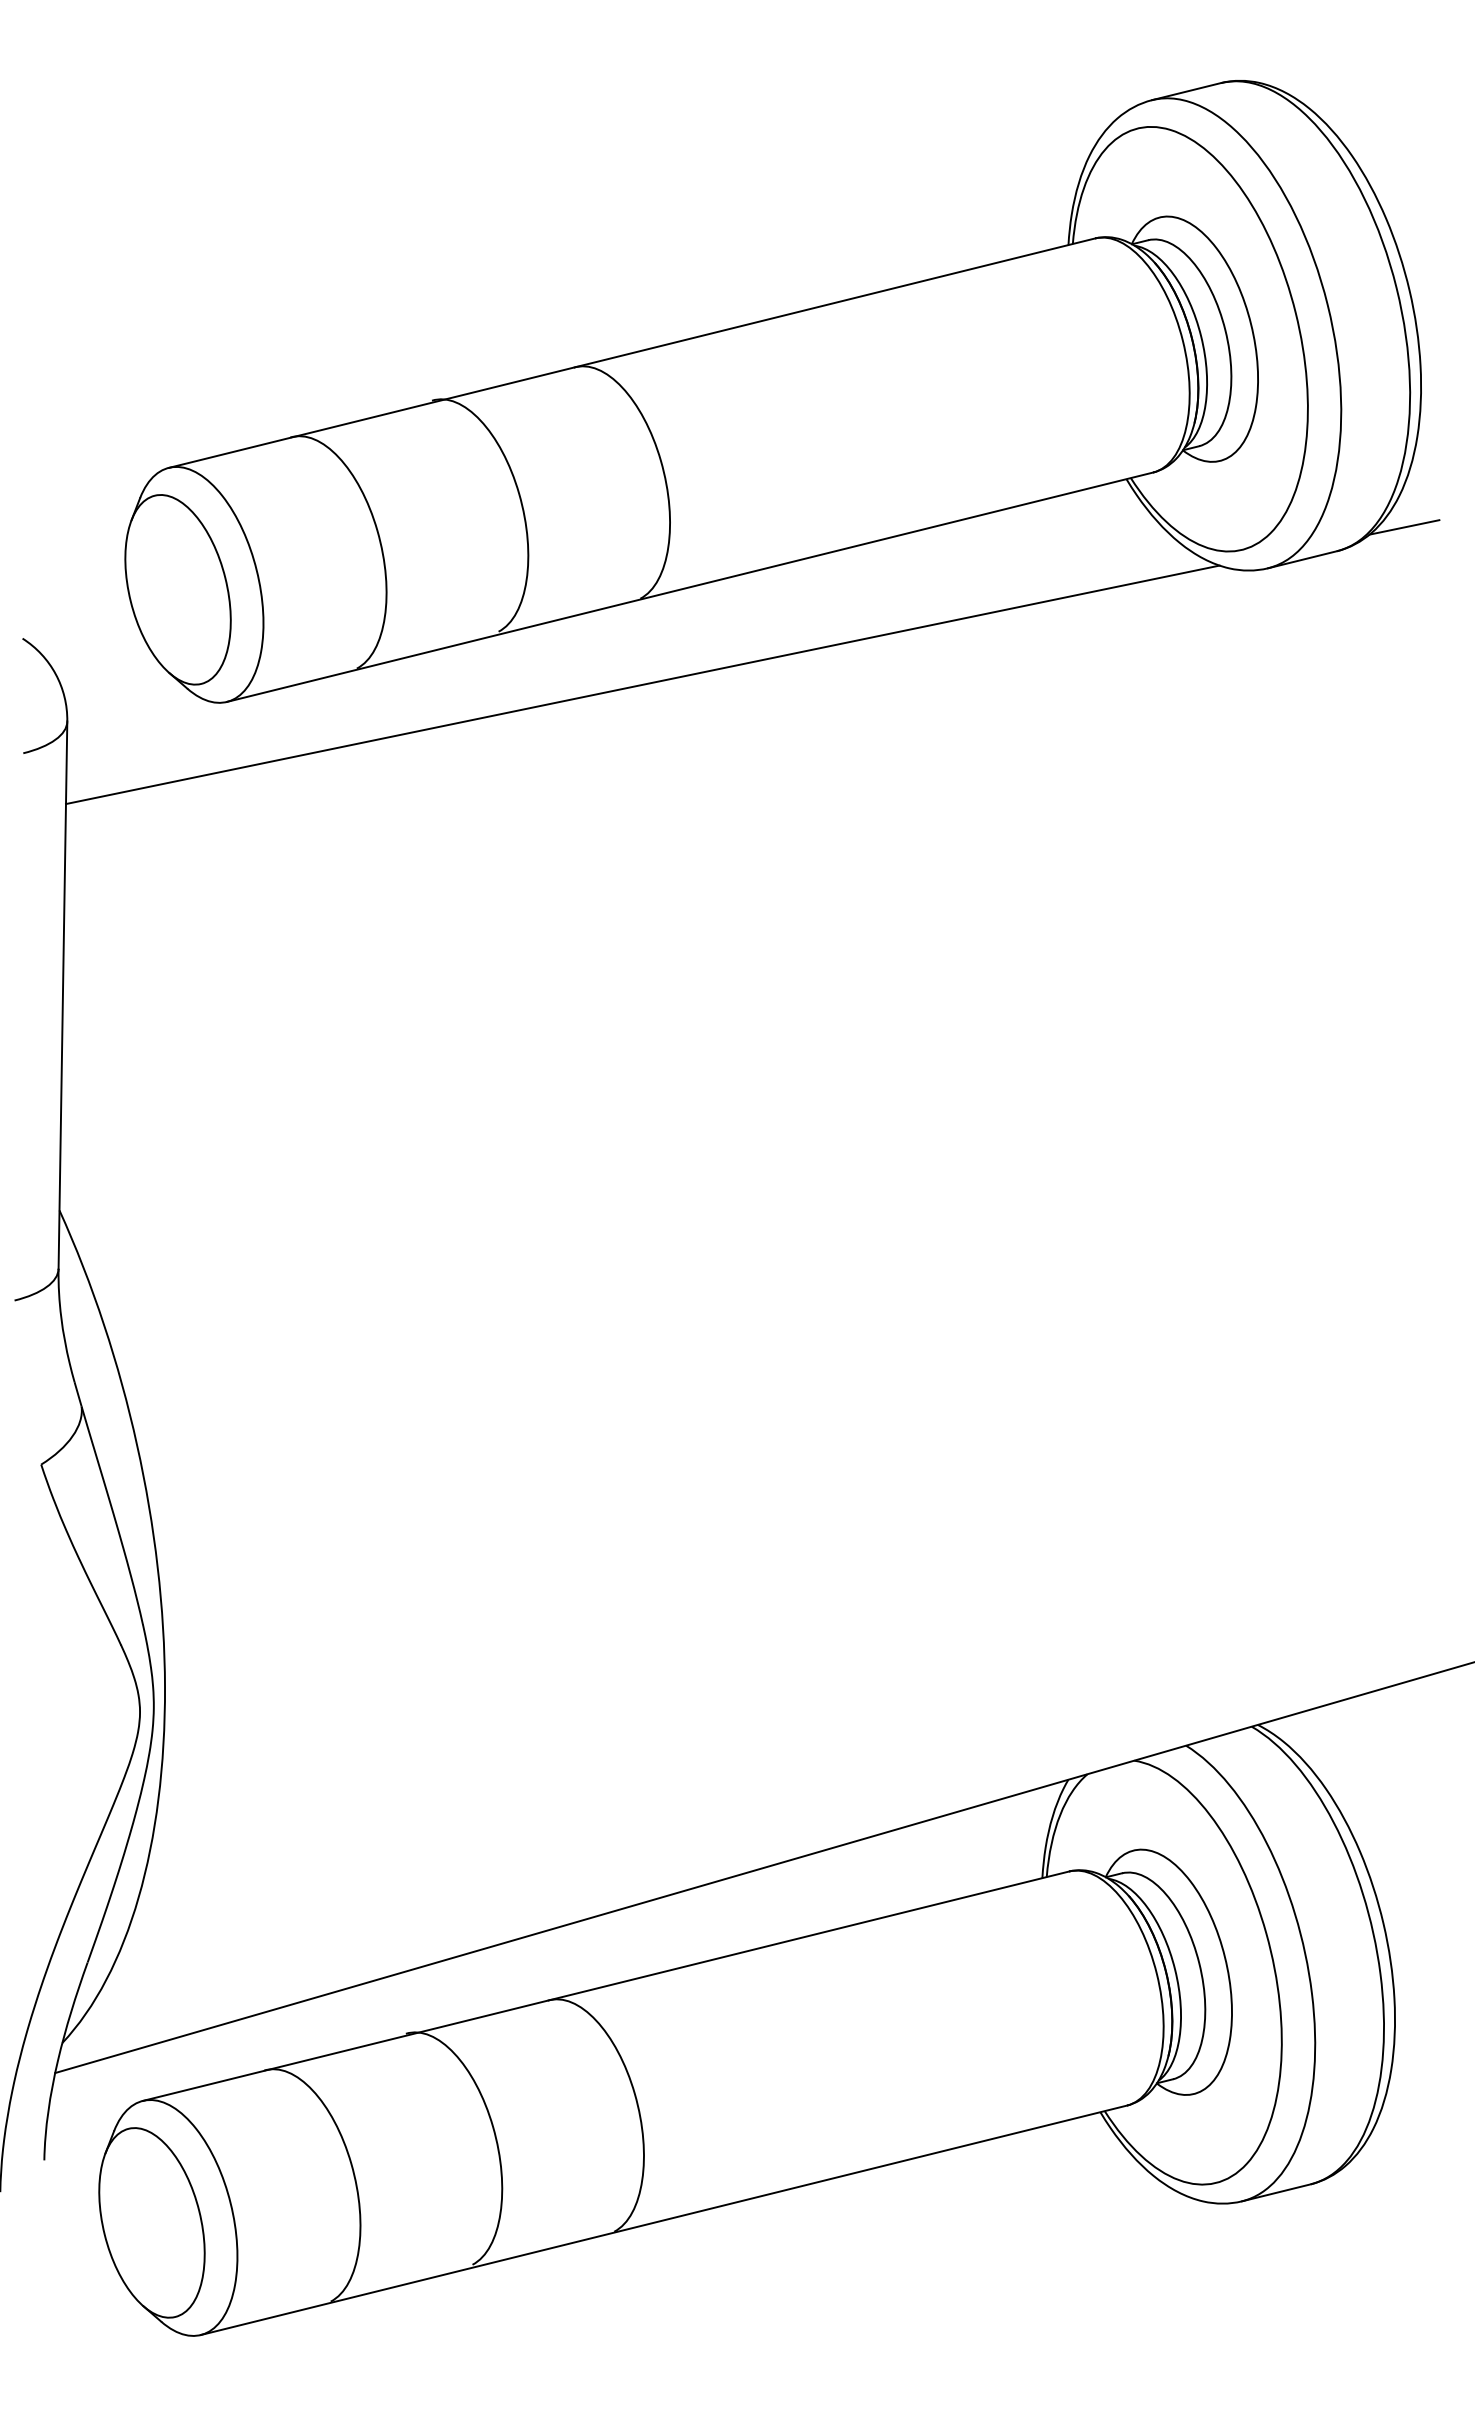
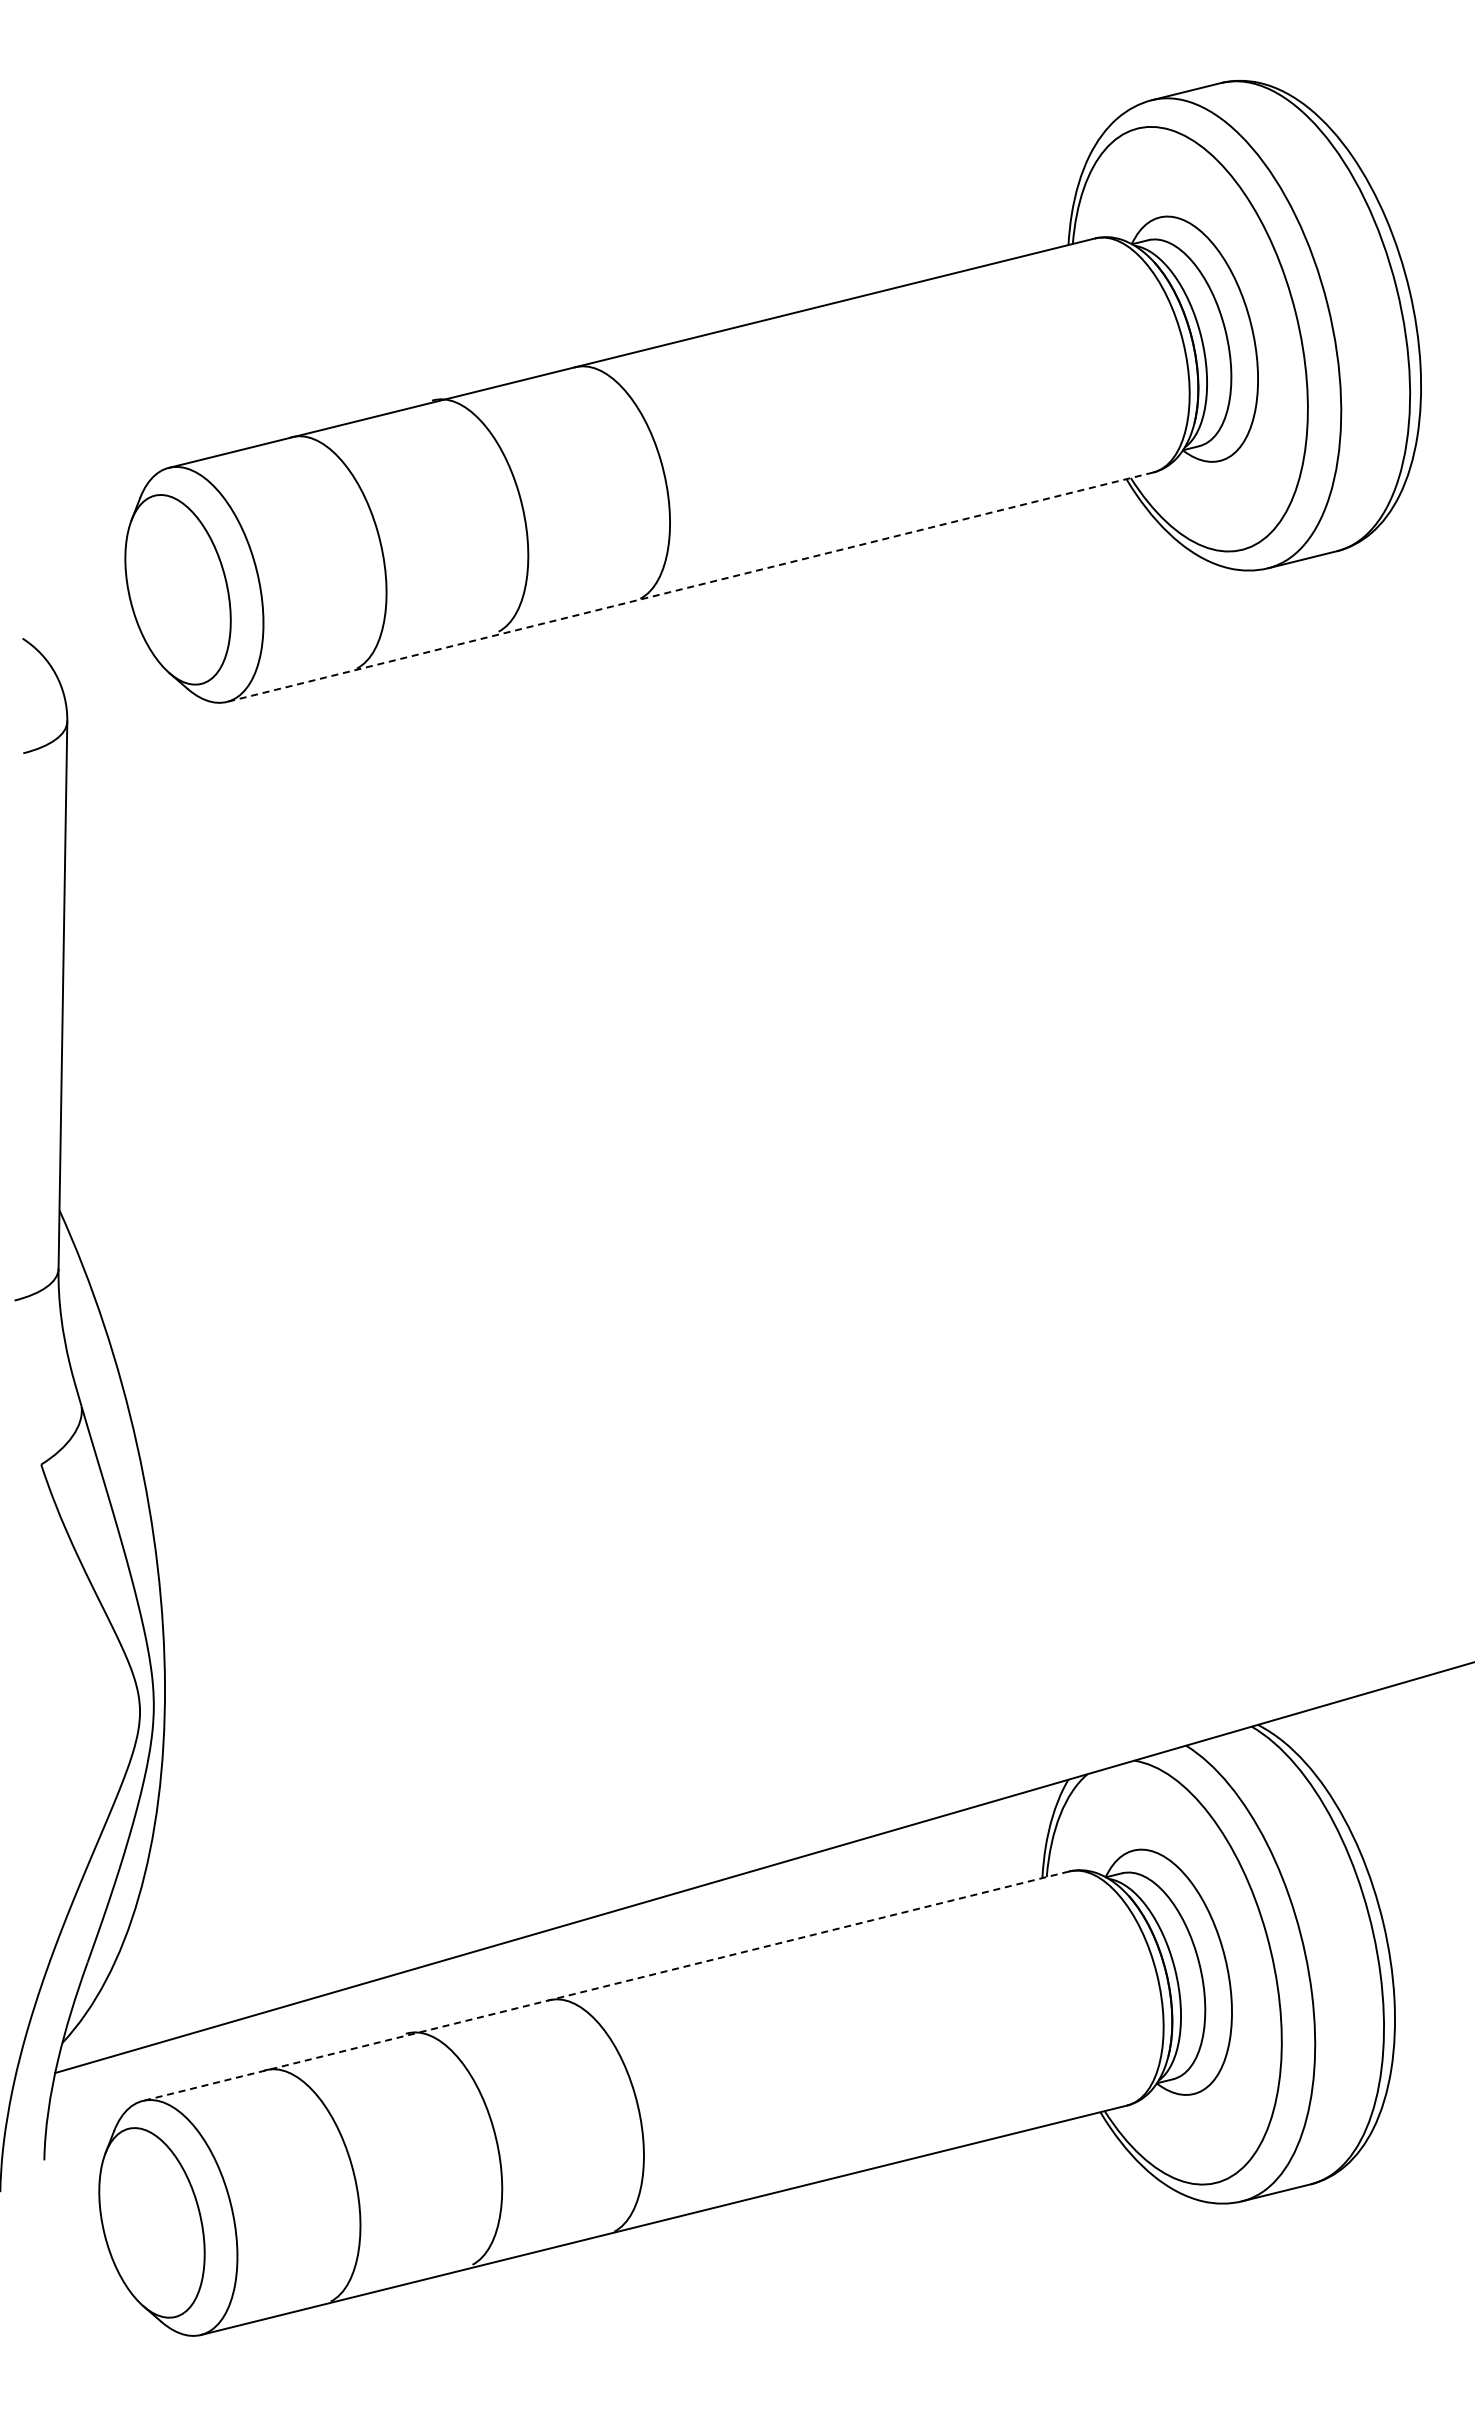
line at (1404, 527): present -> none
line at (689, 587): solid -> dashed
line at (642, 684): present -> none
line at (605, 1986): solid -> dashed
